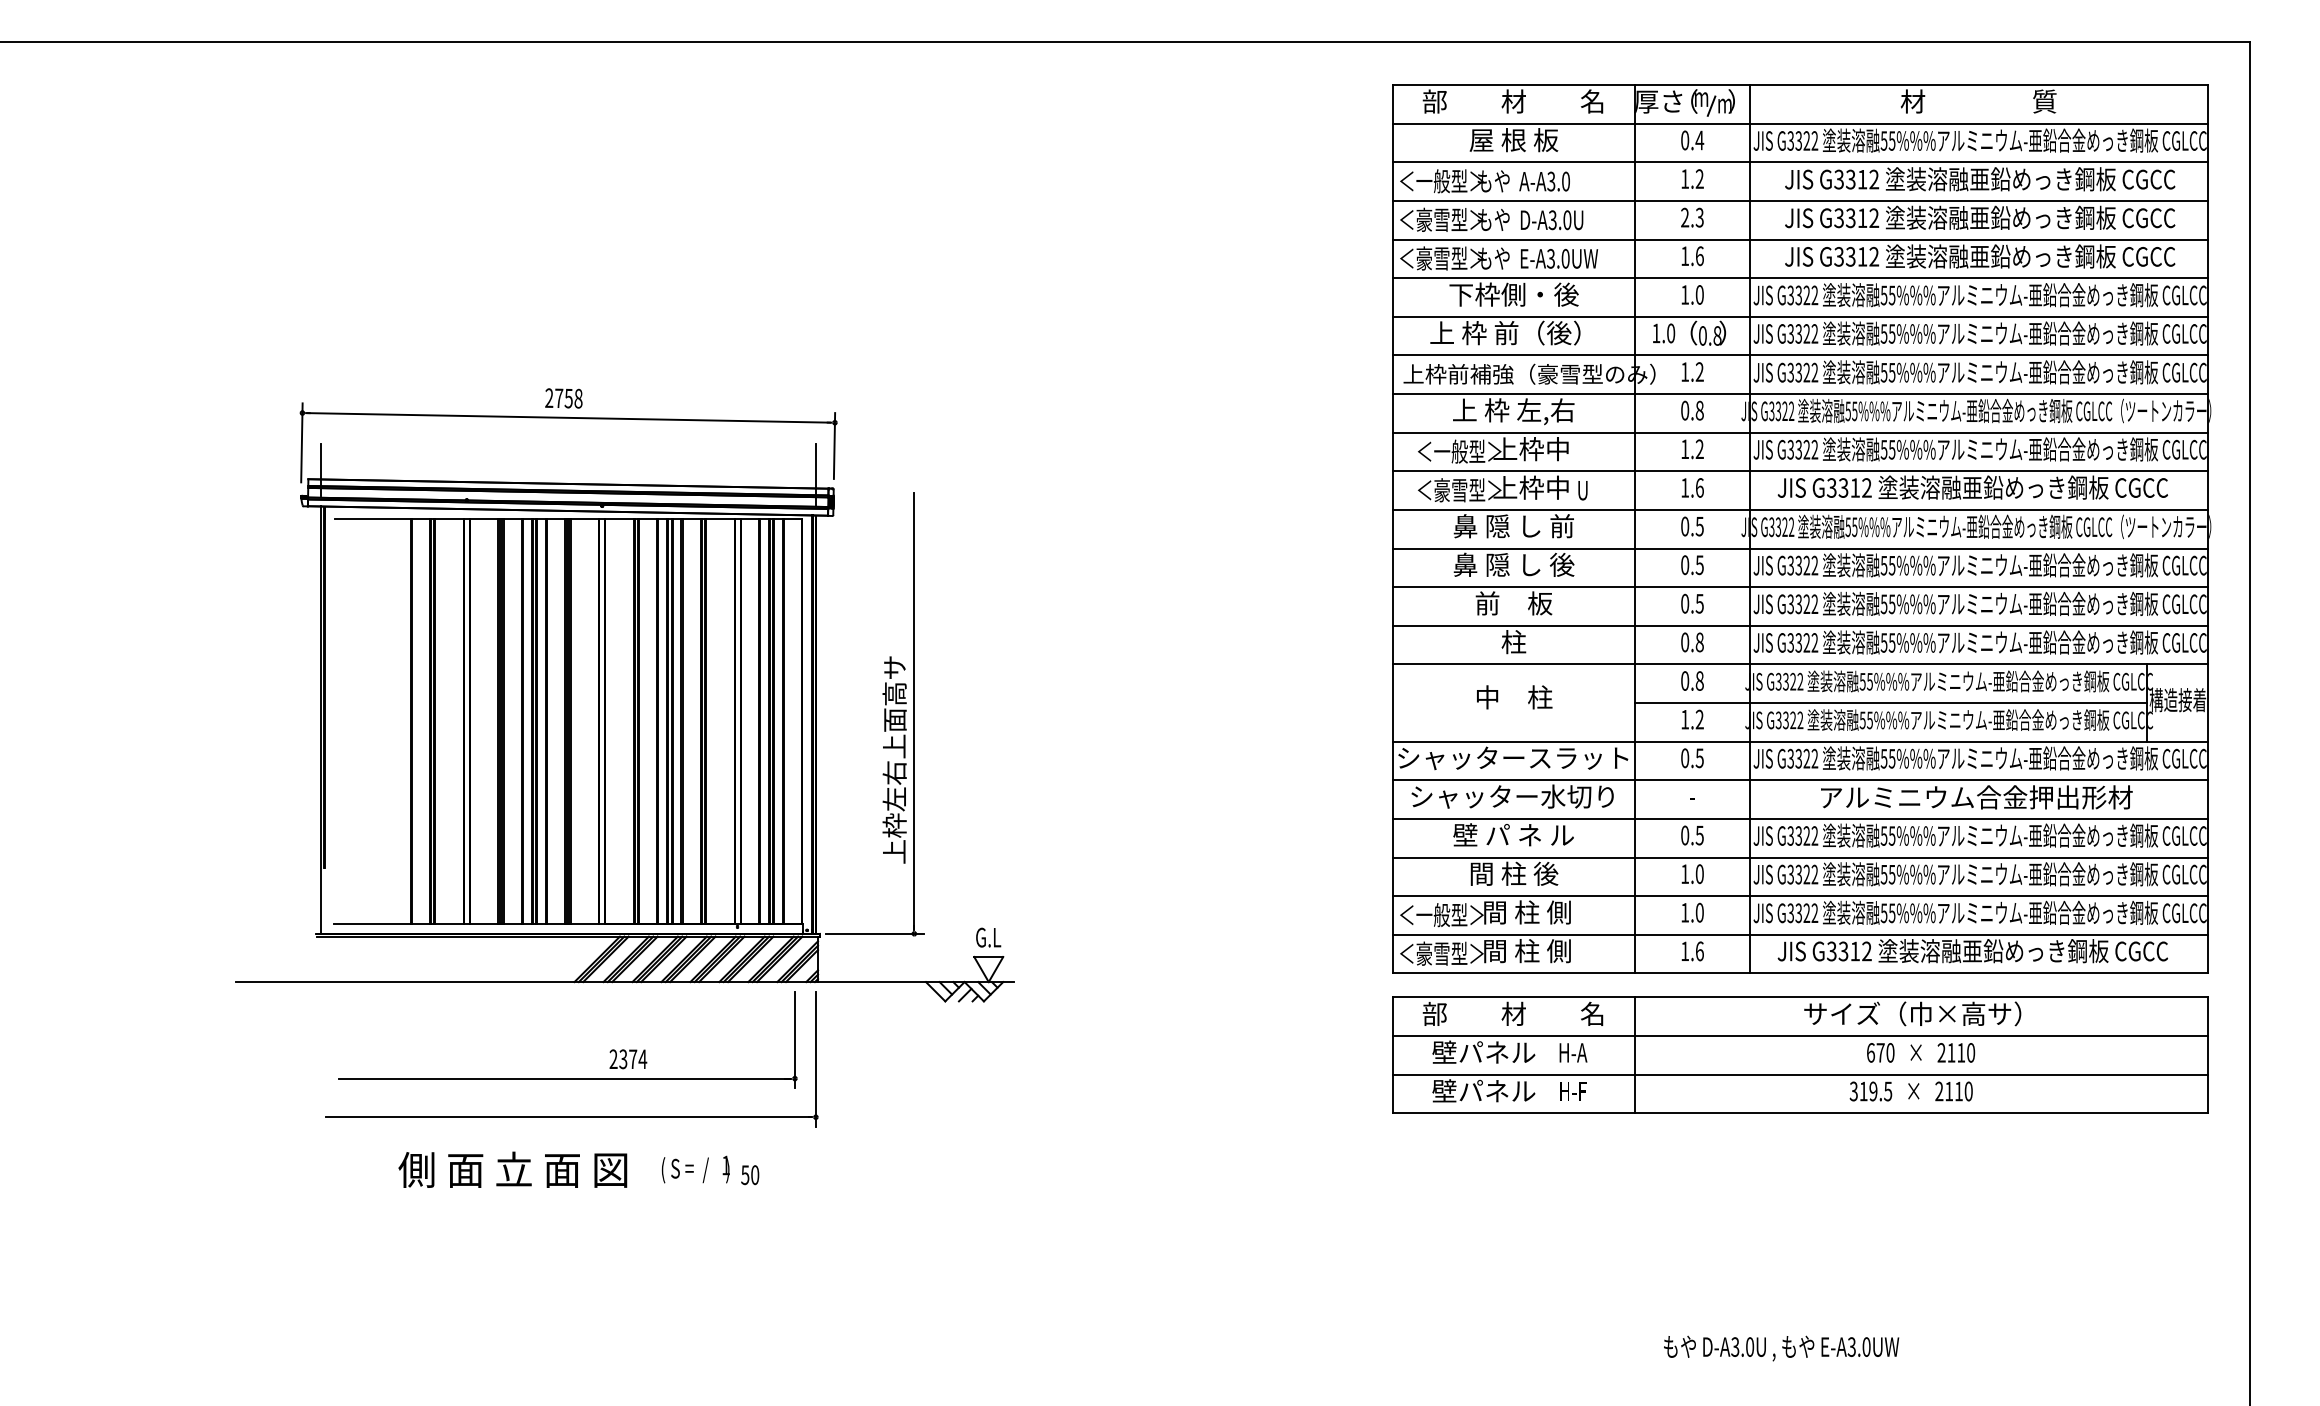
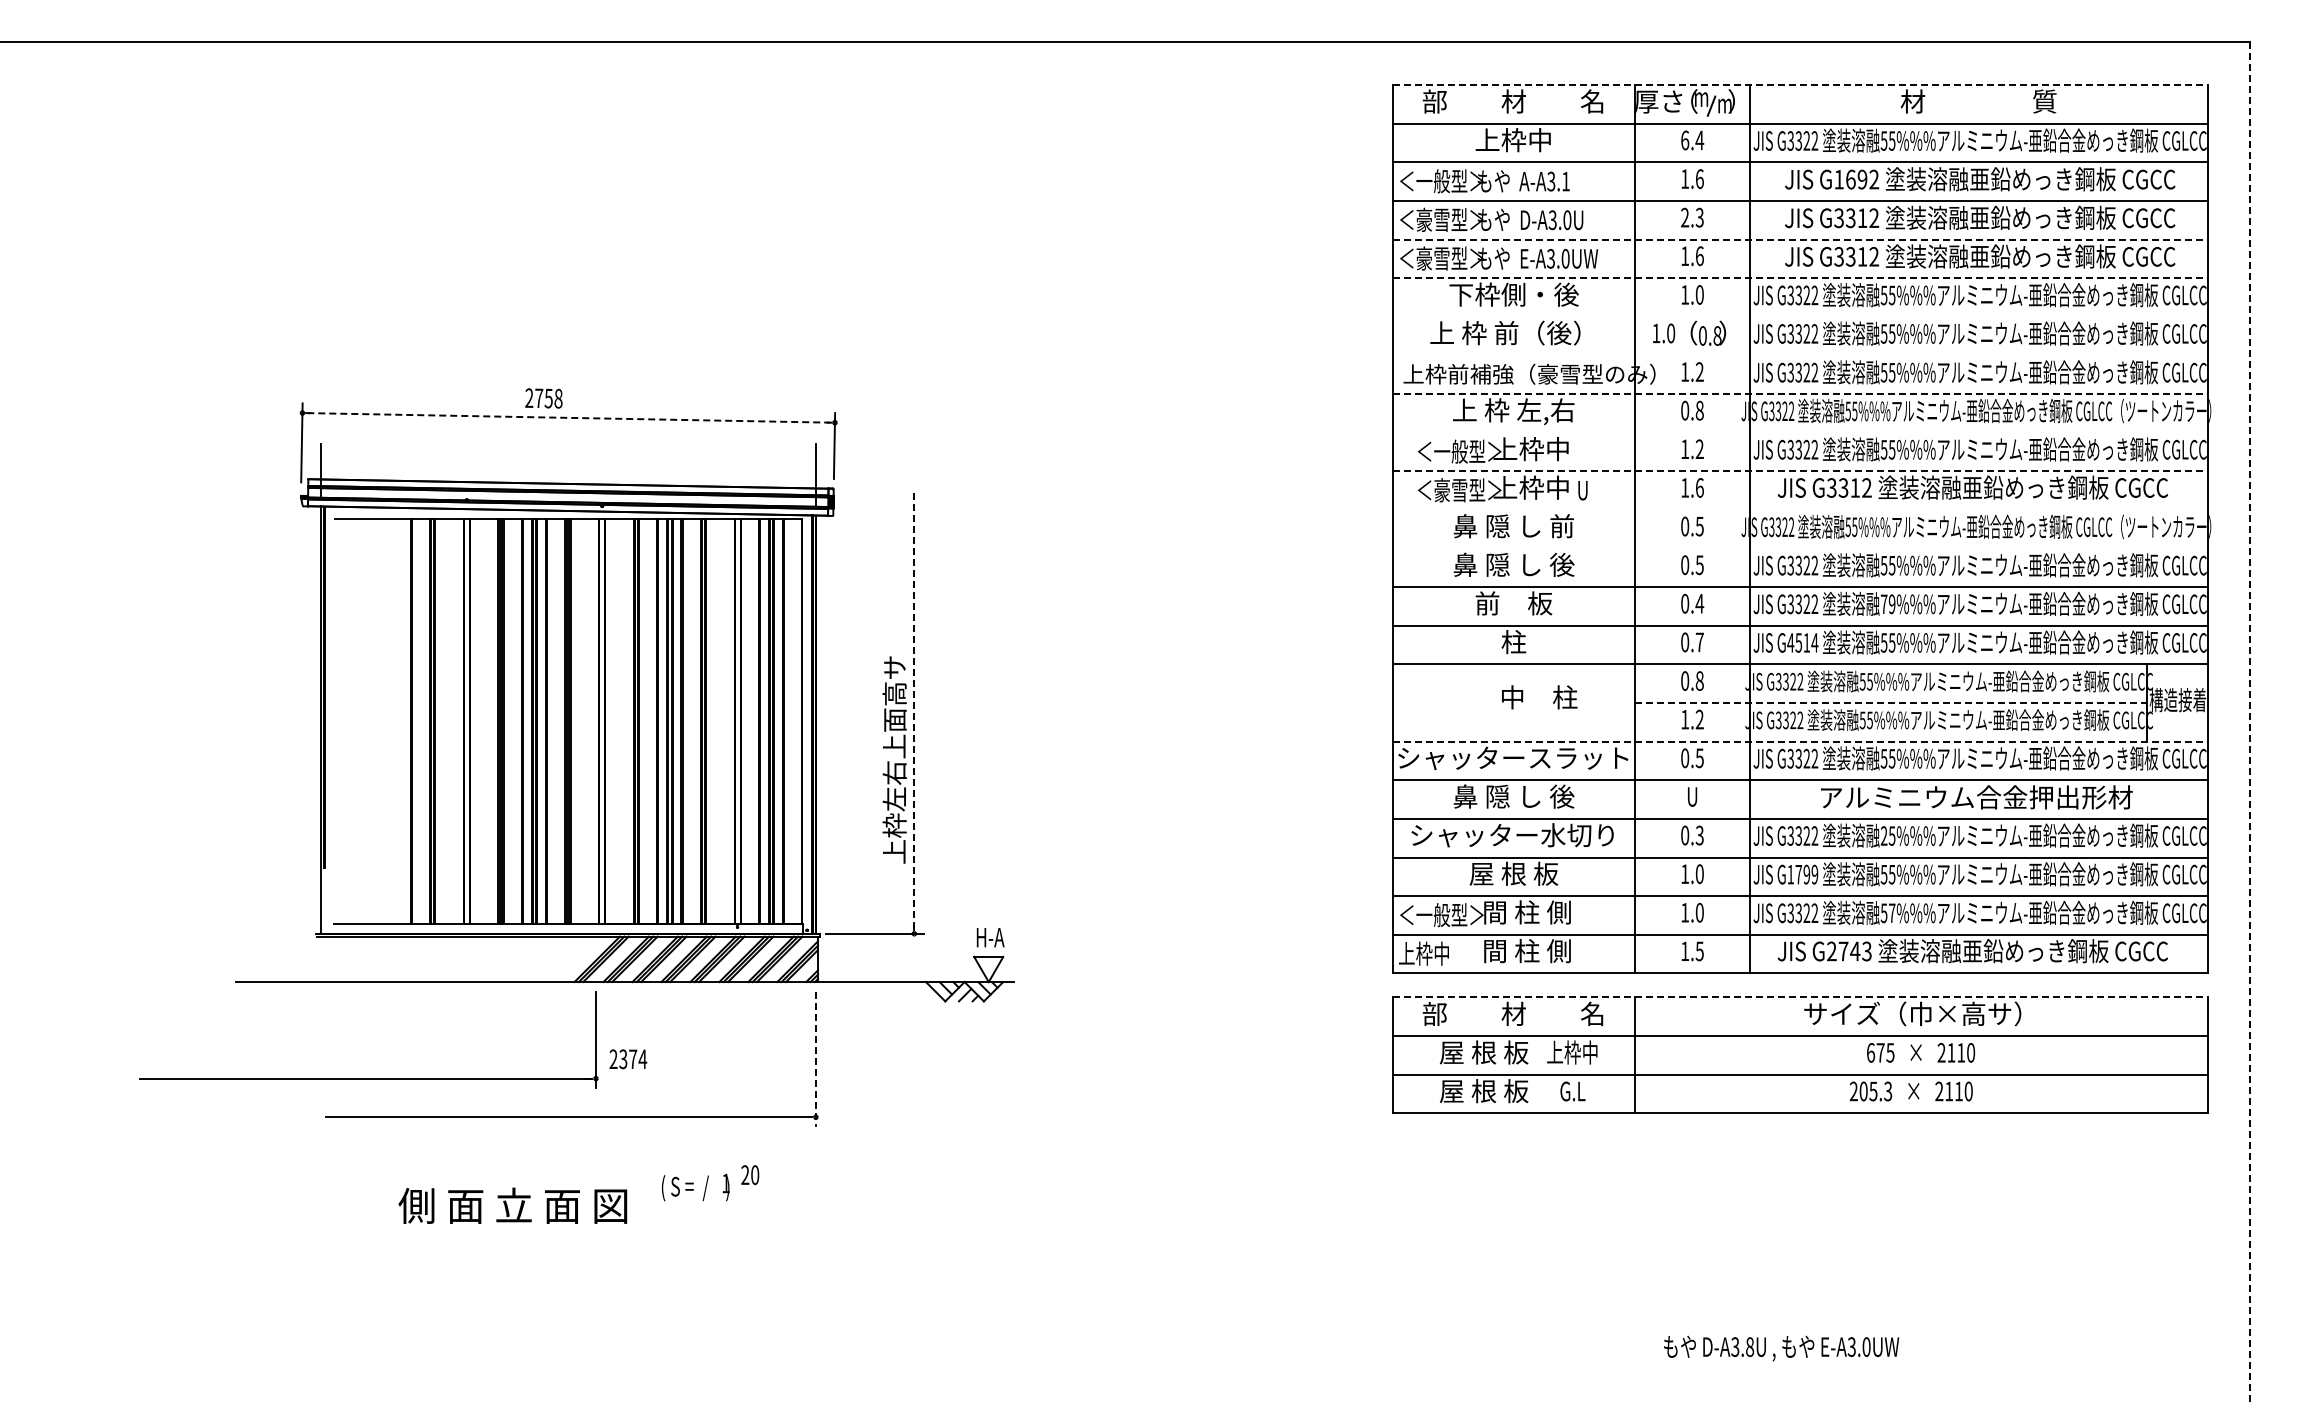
line at (1800, 85): solid -> dashed
text at (1513, 140): 屋 根 板 -> 上枠中
text at (1685, 140): 0.4 -> 6.4
text at (1699, 178): 1.2 -> 1.6
text at (1850, 179): G3312 -> G1692
text at (1565, 181): A-A3.0 -> A-A3.1
line at (1800, 239): solid -> dashed
line at (1800, 278): solid -> dashed
line at (1800, 316): present -> none
line at (1800, 355): present -> none
line at (1800, 394): solid -> dashed
text at (563, 398) position: (563, 398) -> (543, 398)
line at (569, 417): solid -> dashed
line at (1800, 432): present -> none
line at (1800, 471): solid -> dashed
line at (1800, 509): present -> none
line at (1800, 548): present -> none
text at (1699, 603): 0.5 -> 0.4
text at (1887, 604): 55%%% -> 79%%%
text at (1699, 642): 0.8 -> 0.7
text at (1802, 642): G3322 -> G4514
text at (1514, 697) position: (1514, 697) -> (1539, 697)
line at (1891, 703): solid -> dashed
line at (914, 711): solid -> dashed
line at (2250, 723): solid -> dashed
line at (1800, 741): solid -> dashed
text at (1512, 796): シャッター水切り -> 鼻 隠 し 後
text at (1692, 796): - -> U
text at (1699, 834): 0.5 -> 0.3
text at (1512, 835): 壁 パ ネ ル -> シャッター水切り
text at (1883, 835): 55%%% -> 25%%%
text at (1513, 873): 間 柱 後 -> 屋 根 板
text at (1802, 874): G3322 -> G1799
text at (1891, 913): 55%%% -> 57%%%
text at (990, 937): G.L -> H-A
text at (1699, 951): 1.6 -> 1.5
text at (1849, 951): G3312 -> G2743
text at (1441, 953): ＜豪雪型＞ -> 上枠中
line at (1800, 997): solid -> dashed
text at (1483, 1052): 壁パネル -> 屋 根 板
text at (1572, 1052): H-A -> 上枠中
text at (1890, 1052): 670 -> 675
line at (815, 1059): solid -> dashed
part at (567, 1078) position: (567, 1078) -> (368, 1078)
text at (1483, 1091): 壁パネル -> 屋 根 板
text at (1573, 1091): H-F -> G.L
text at (1870, 1091): 319.5 -> 205.3
text at (512, 1169) position: (512, 1169) -> (512, 1205)
text at (695, 1169) position: (695, 1169) -> (695, 1187)
text at (745, 1175): 50 -> 20
text at (1750, 1346): D-A3.0U -> D-A3.8U
